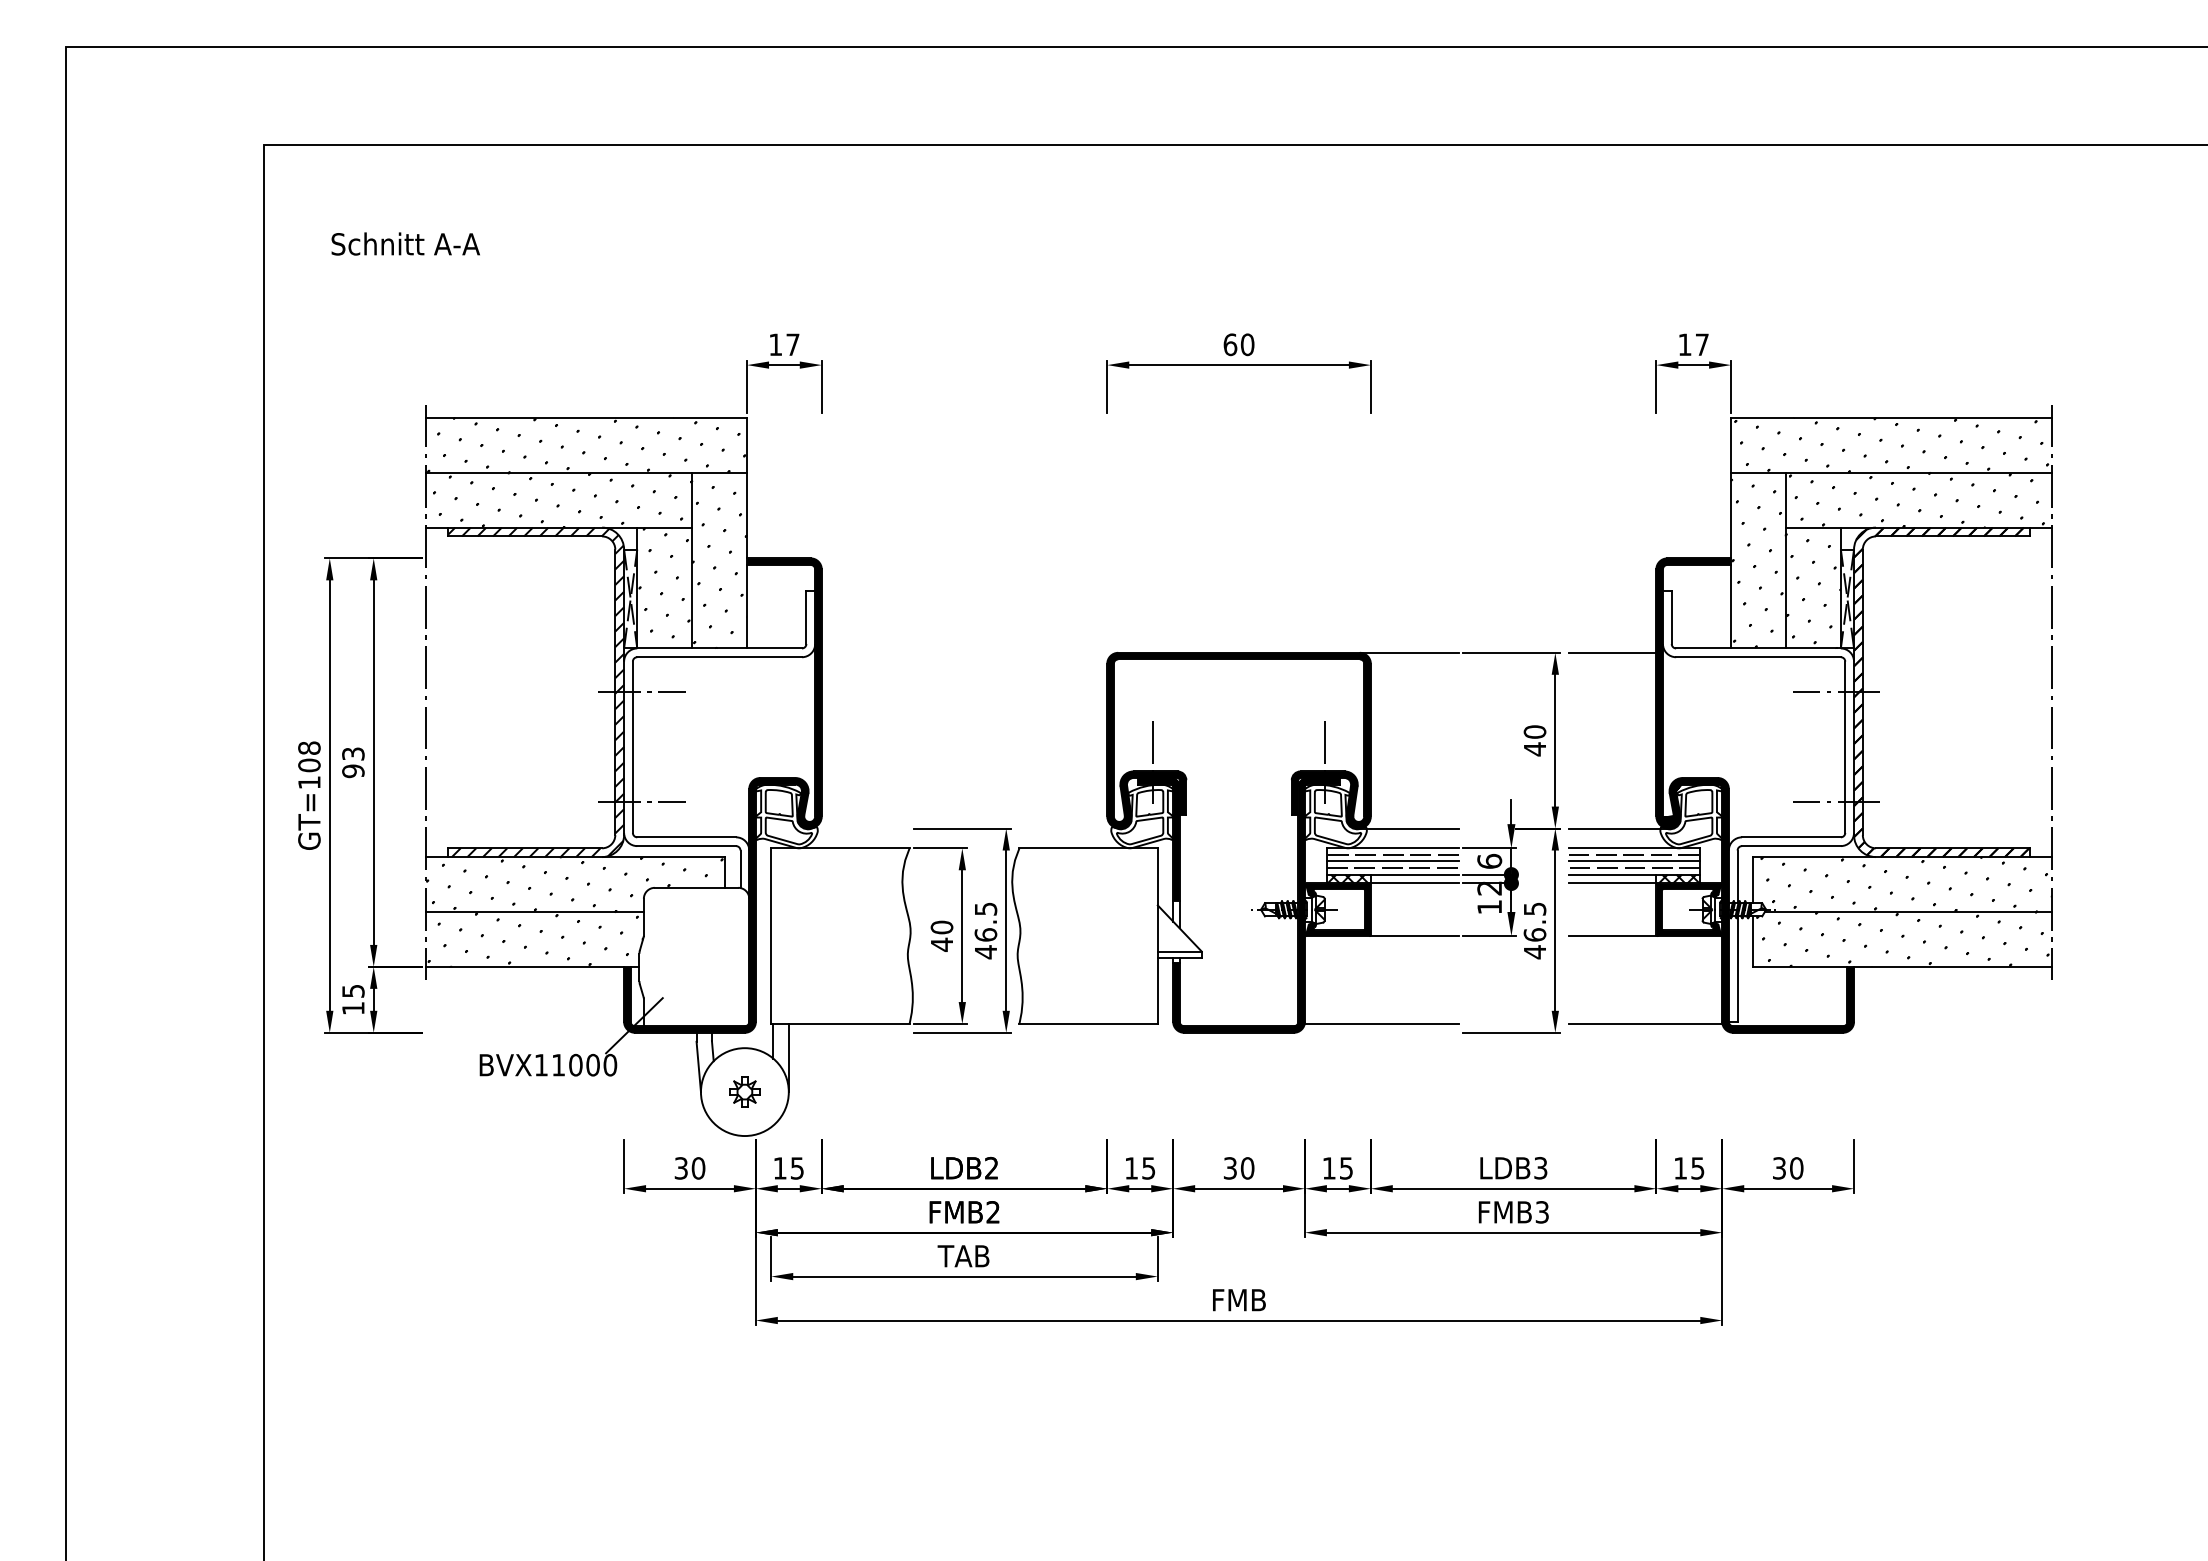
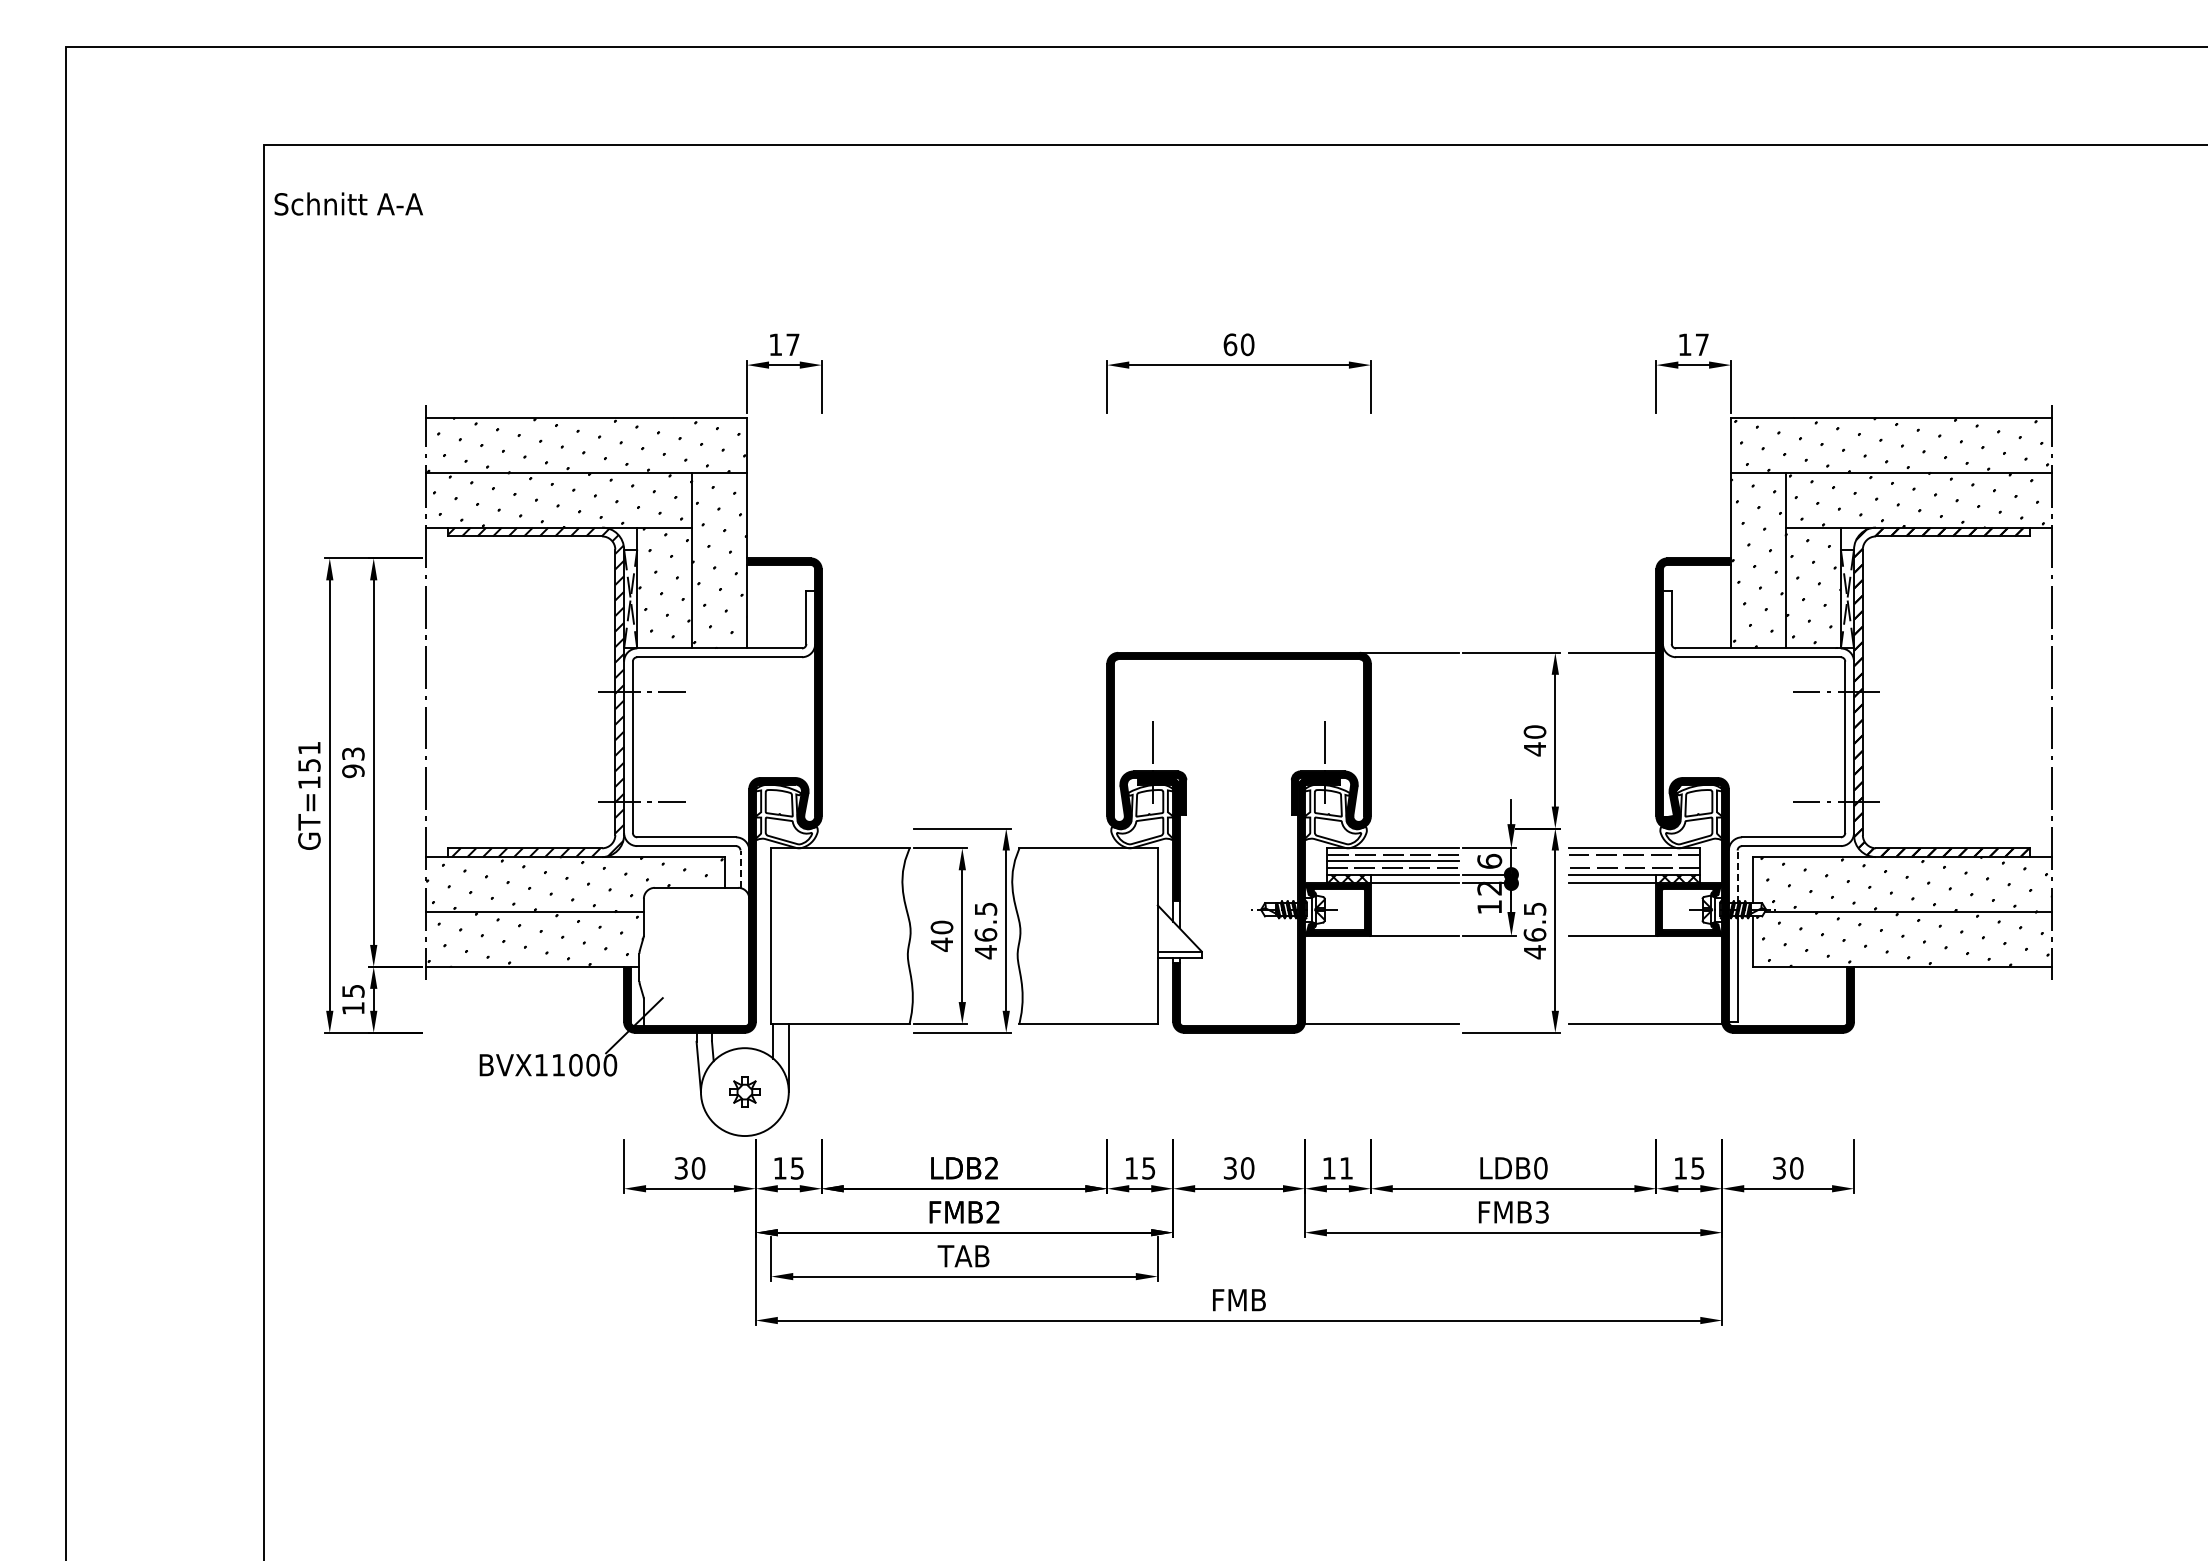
text at (405, 243) position: (405, 243) -> (348, 203)
text at (309, 756): GT=108 -> GT=151
line at (1408, 828): present -> none
line at (1617, 828): present -> none
line at (1634, 861): present -> none
line at (740, 869): solid -> dashed
line at (1737, 876): solid -> dashed
text at (1346, 1168): 15 -> 11
text at (1540, 1168): LDB3 -> LDB0
